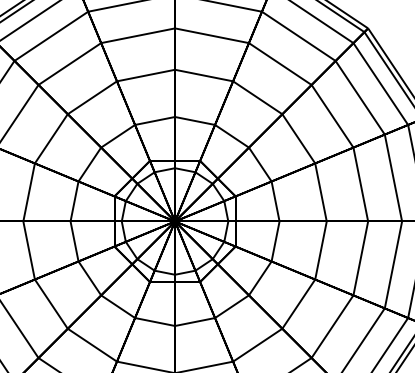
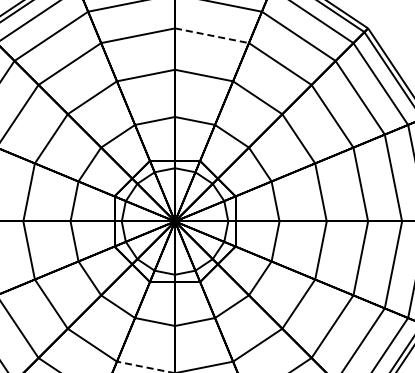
line at (212, 35): solid -> dashed
line at (145, 367): solid -> dashed
